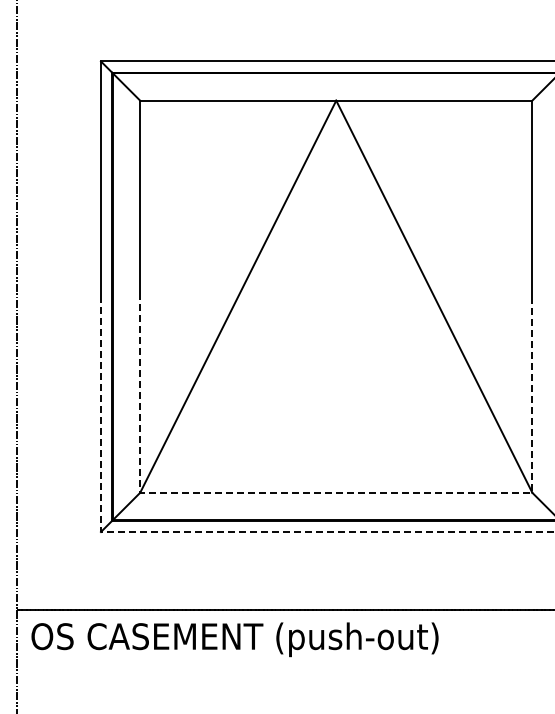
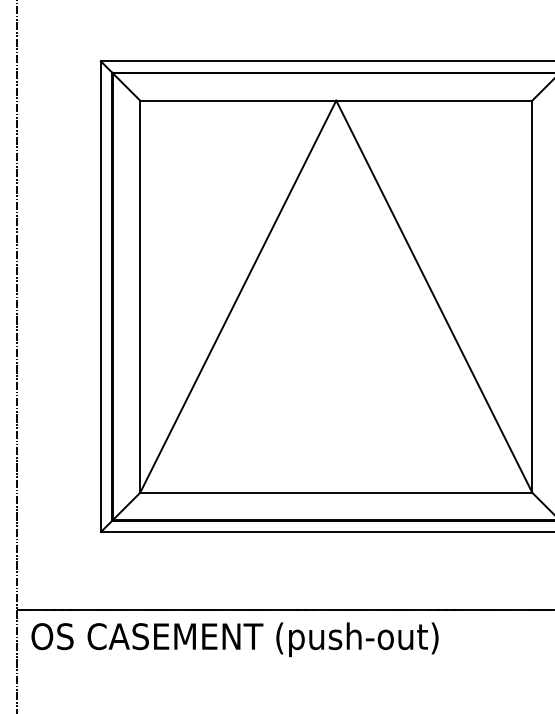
line at (335, 492): dashed -> solid
line at (208, 532): dashed -> solid
